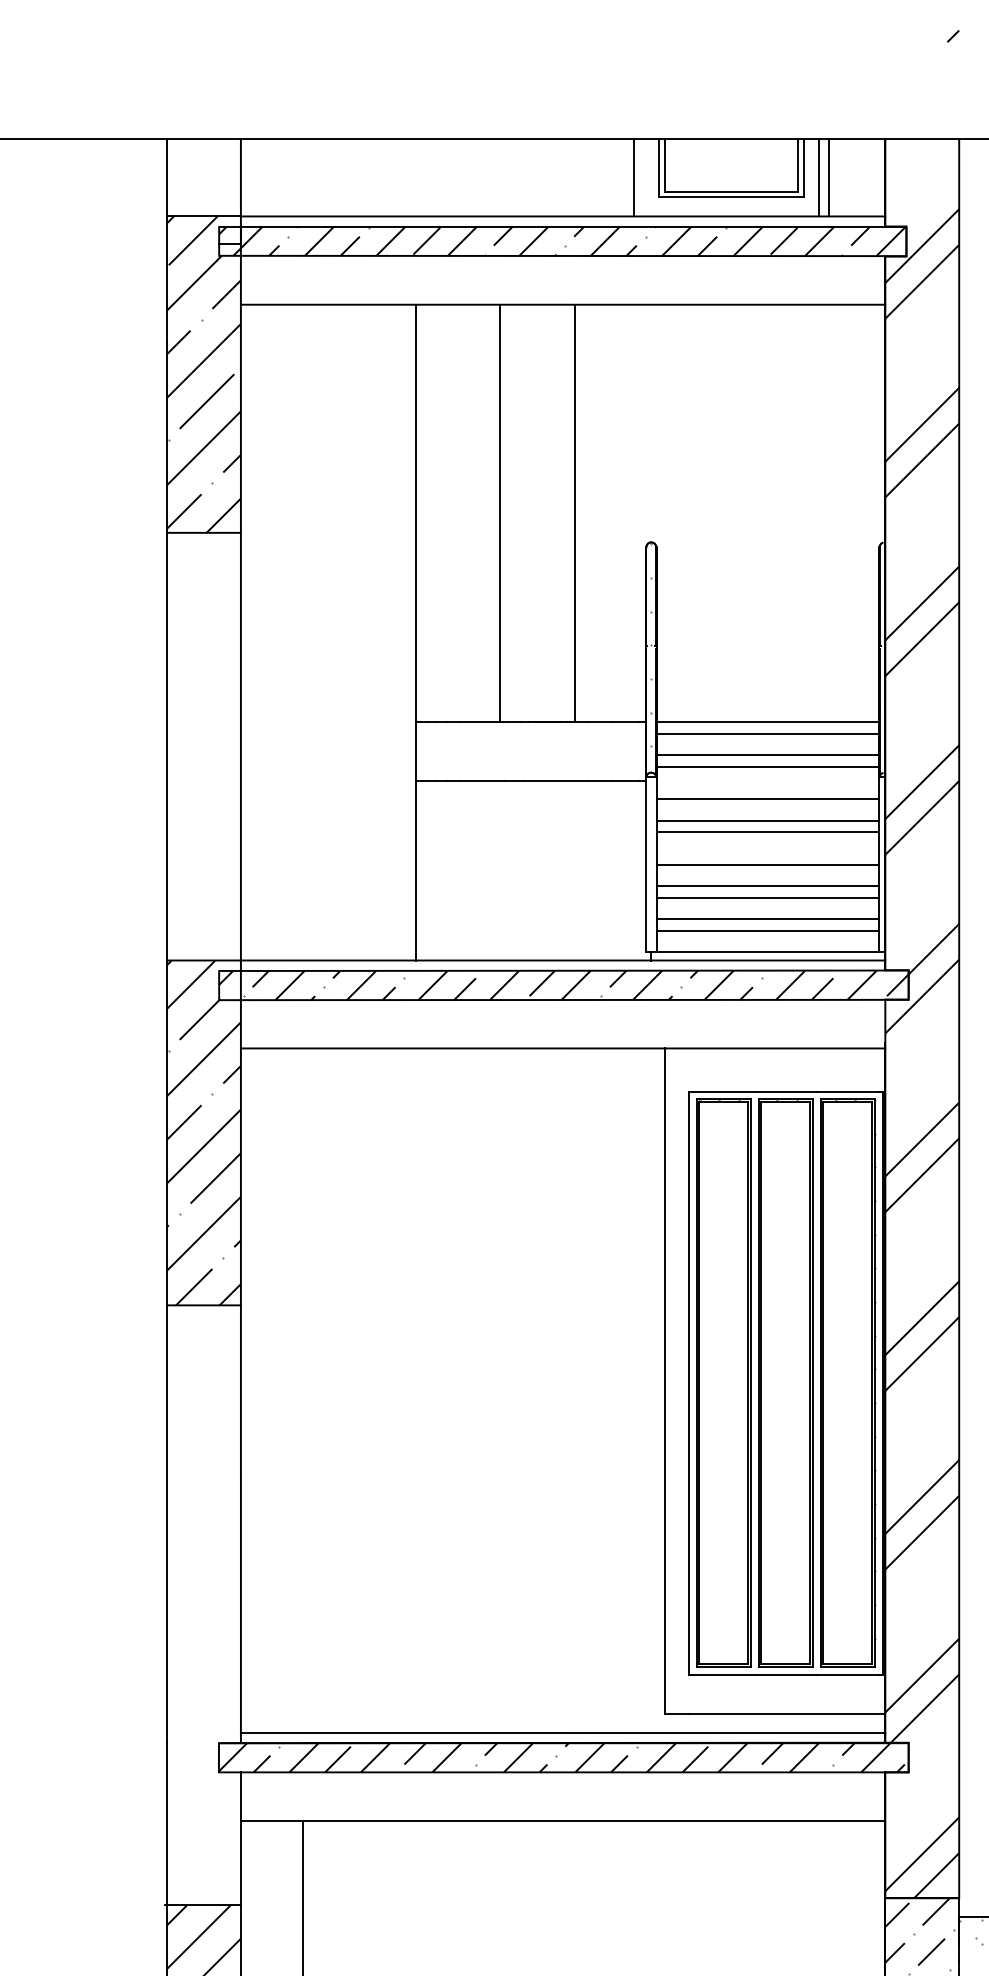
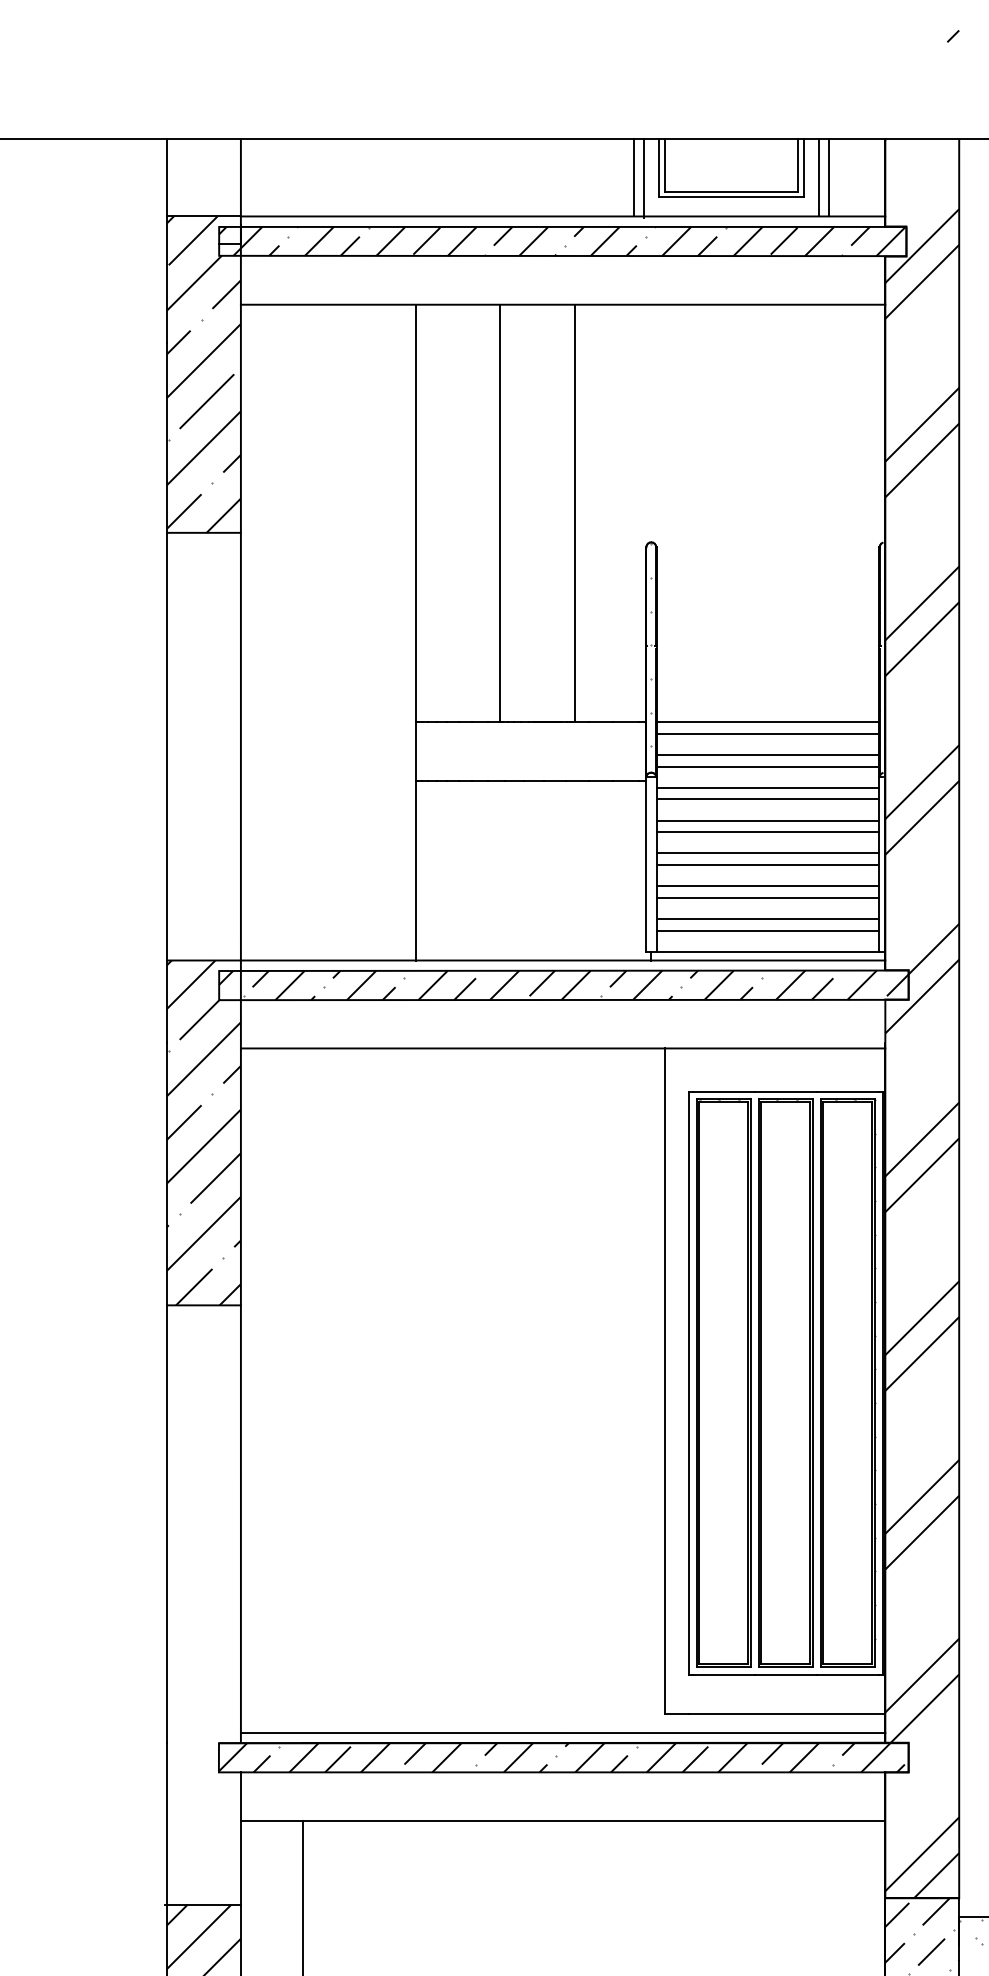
line at (644, 178): none -> present
line at (767, 787): none -> present
line at (767, 853): none -> present
